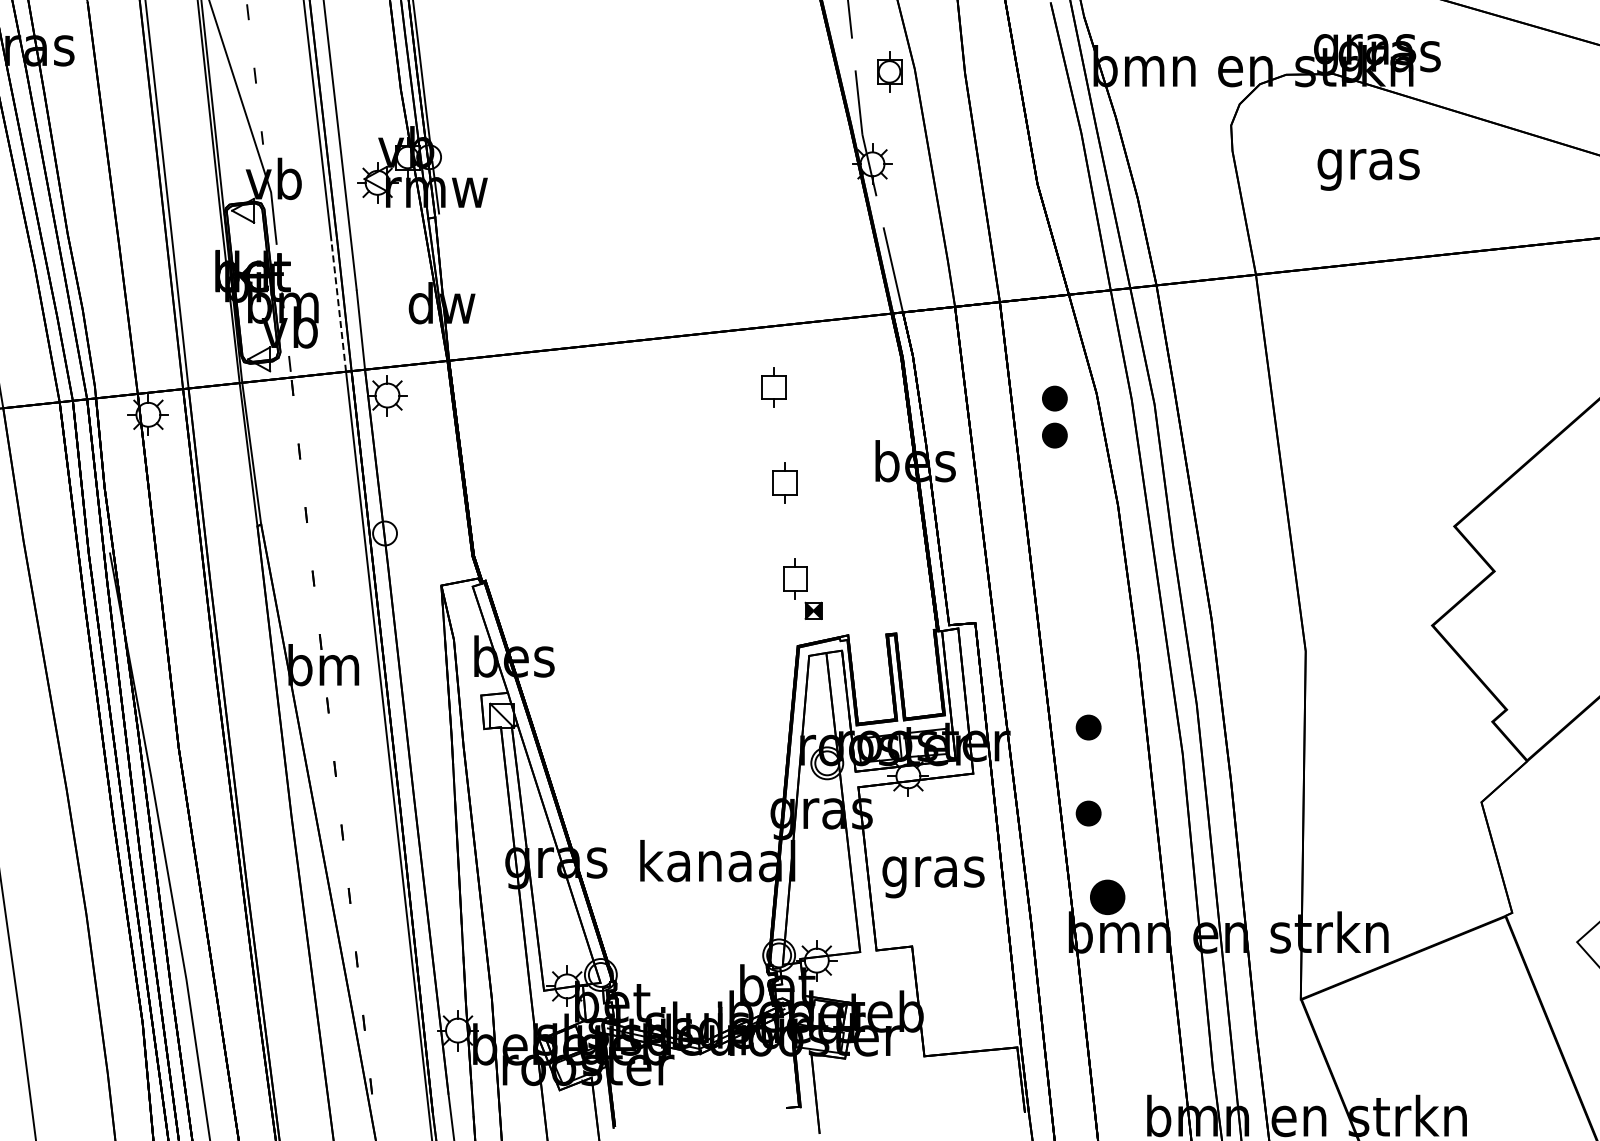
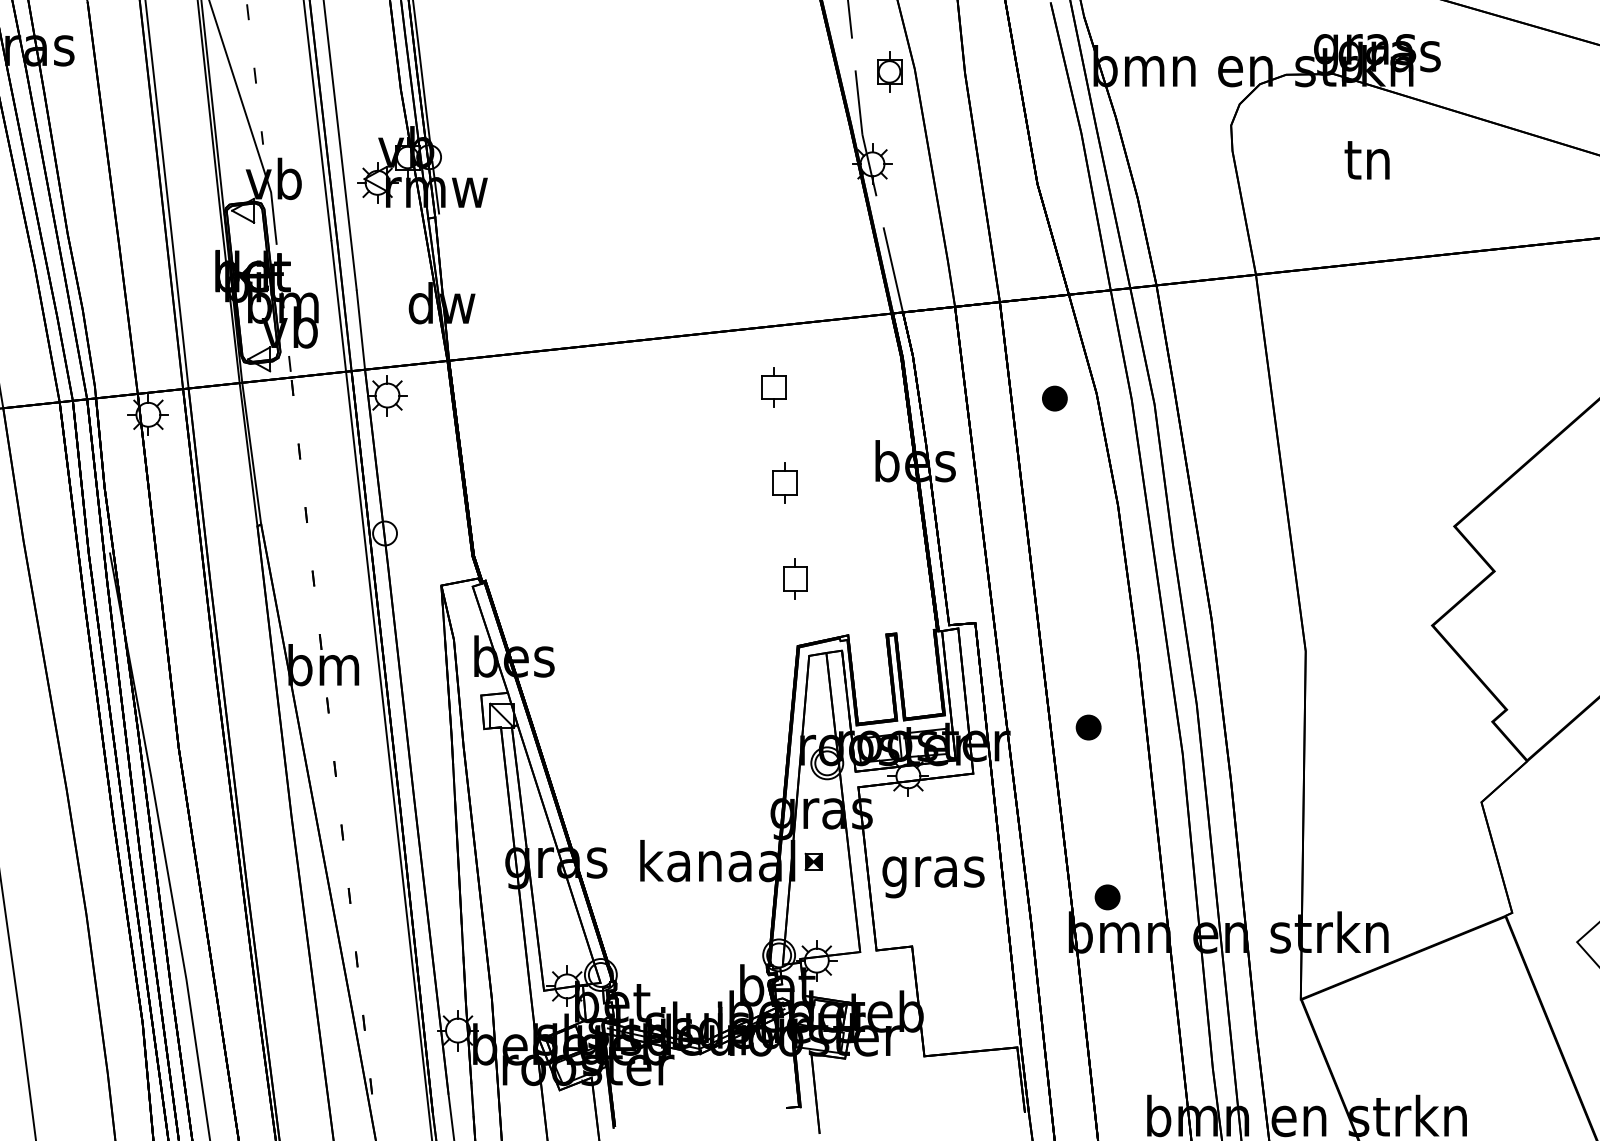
text at (1368, 165): gras -> tn
line at (338, 306): dashed -> solid
part at (1054, 435): present -> none
part at (813, 610) position: (813, 610) -> (813, 861)
part at (1088, 813): present -> none
part at (1107, 896) size: 36x36 px -> 27x27 px
